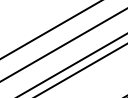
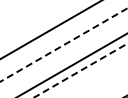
line at (63, 45): solid -> dashed
line at (80, 70): solid -> dashed
